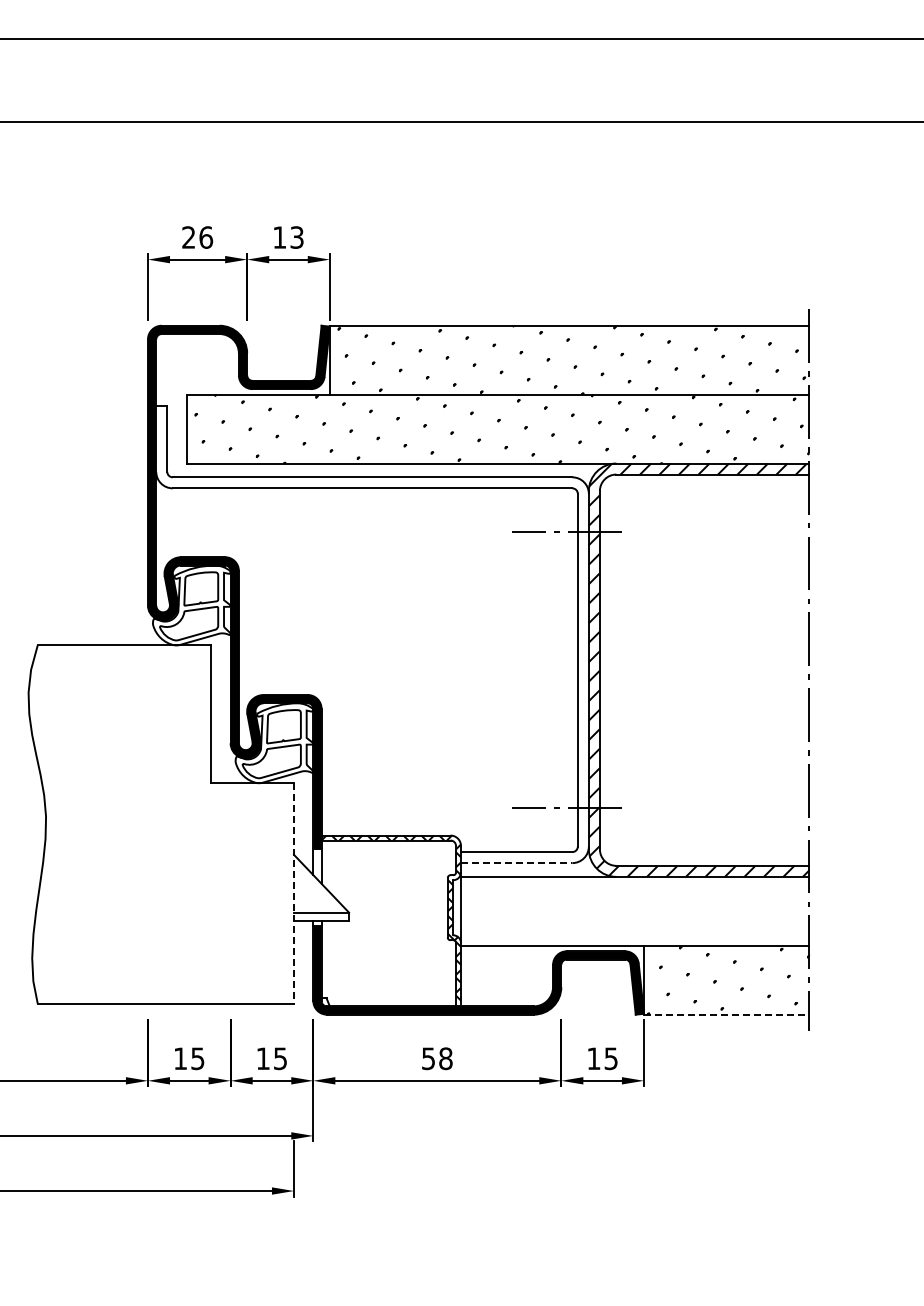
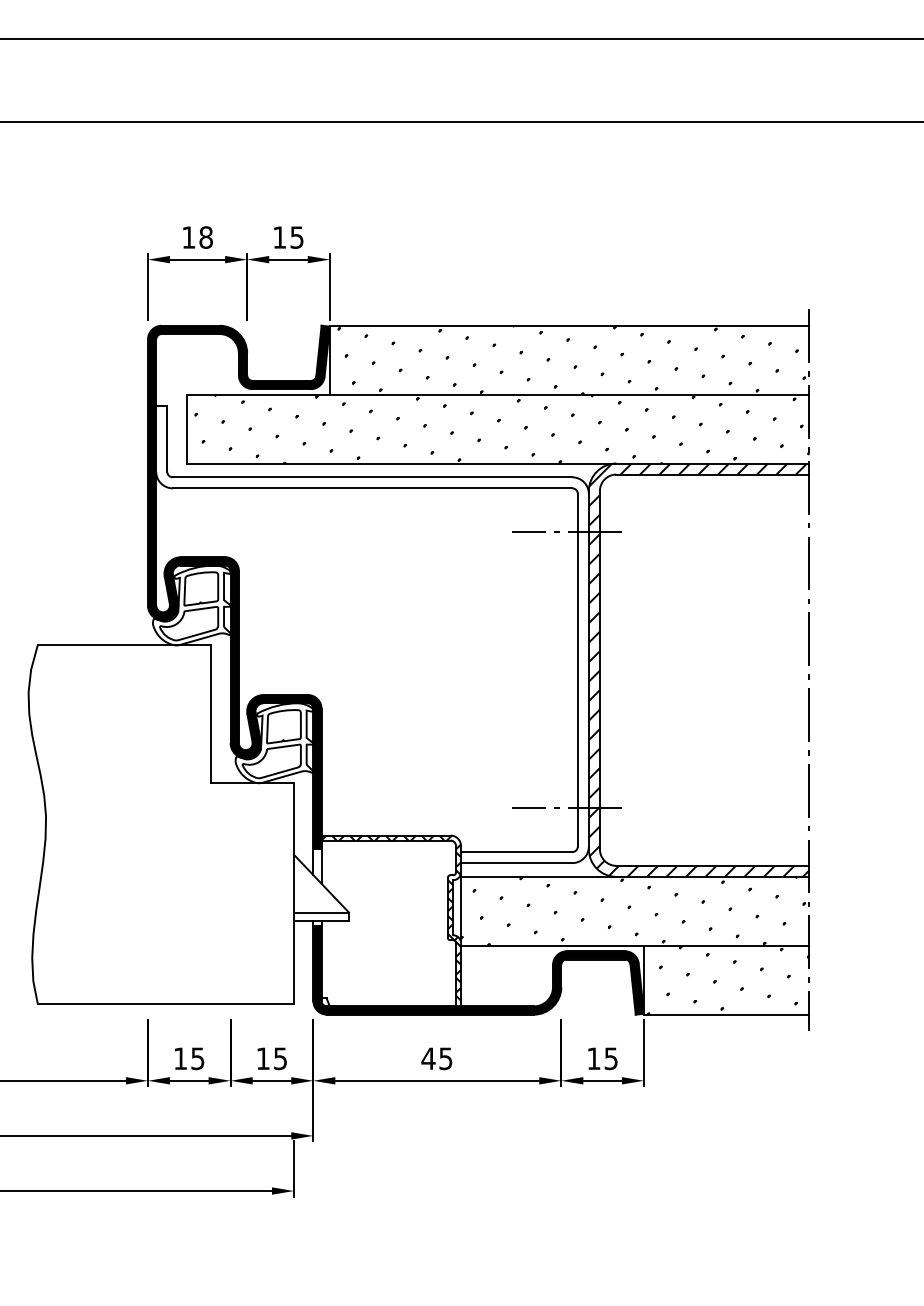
text at (197, 237): 26 -> 18
text at (297, 237): 13 -> 15
line at (516, 863): dashed -> solid
line at (294, 893): dashed -> solid
hatch at (633, 910): none -> present
line at (726, 1014): dashed -> solid
text at (436, 1058): 58 -> 45
